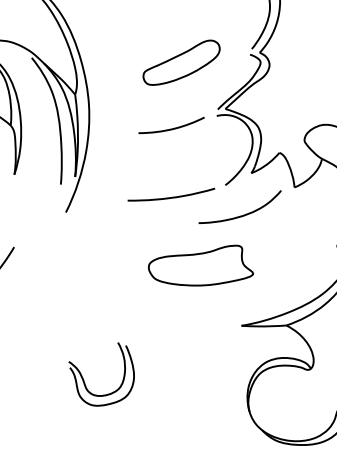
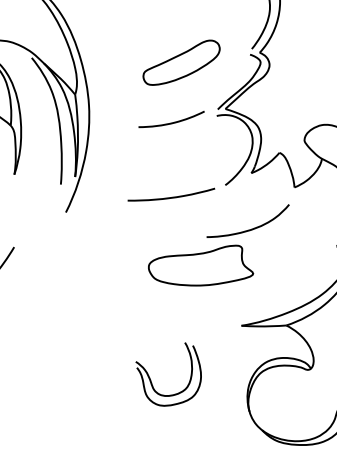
curve at (171, 128) position: (171, 128) -> (171, 122)
curve at (243, 214) position: (243, 214) -> (251, 228)
part at (84, 380) position: (84, 380) -> (151, 380)
